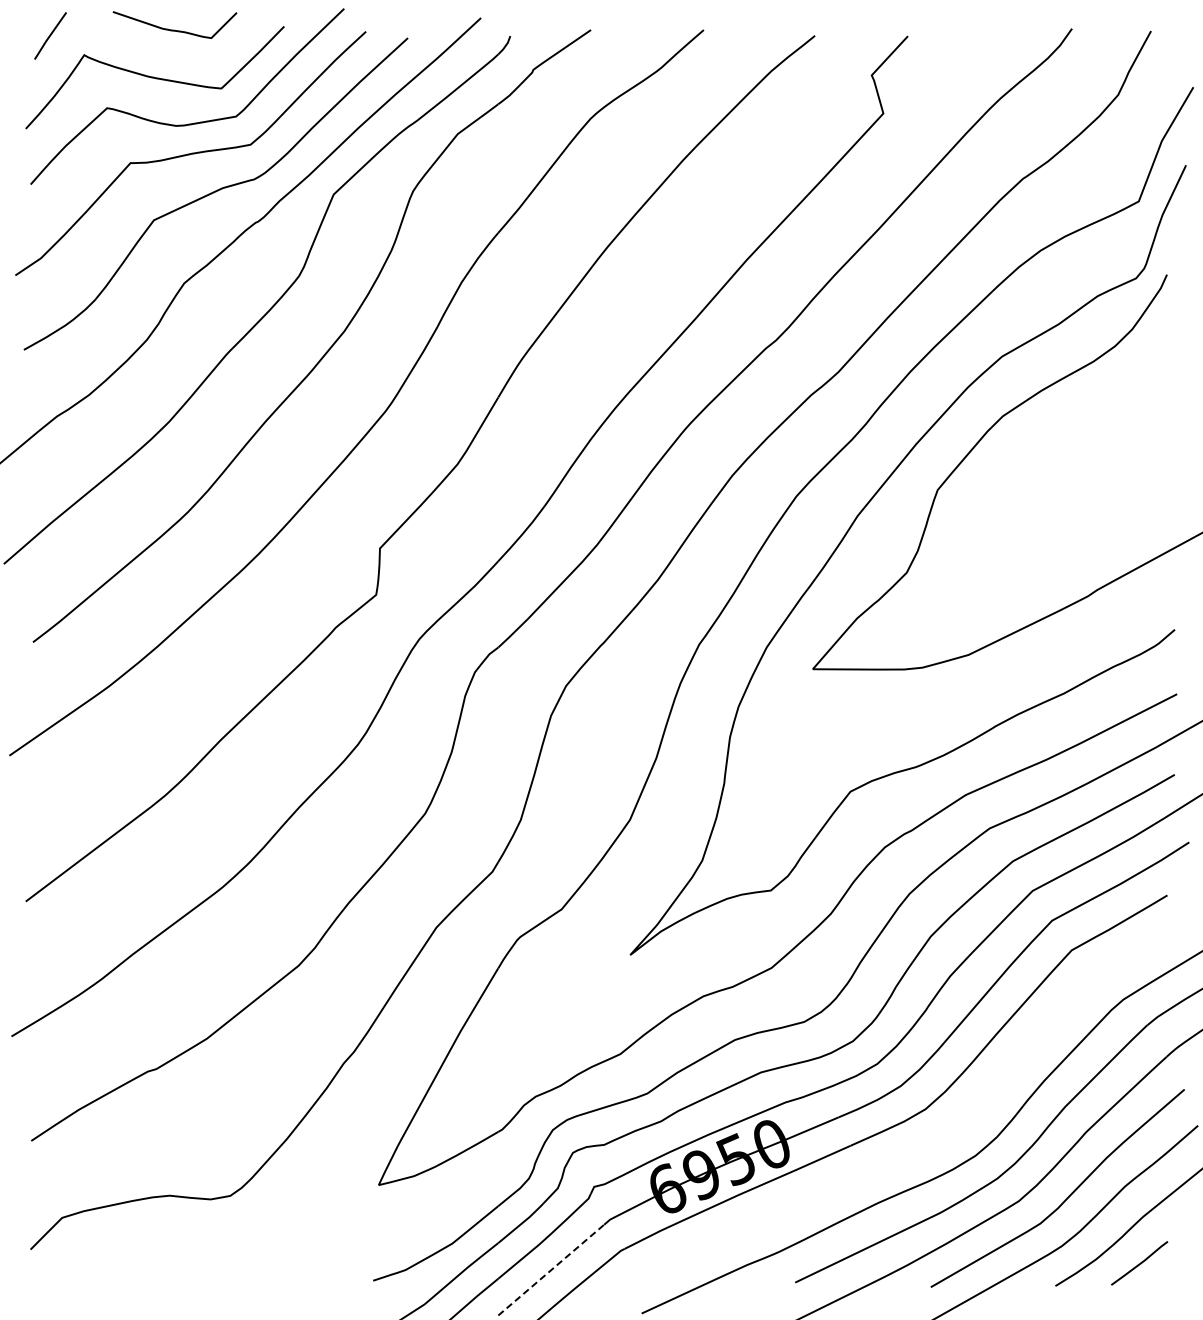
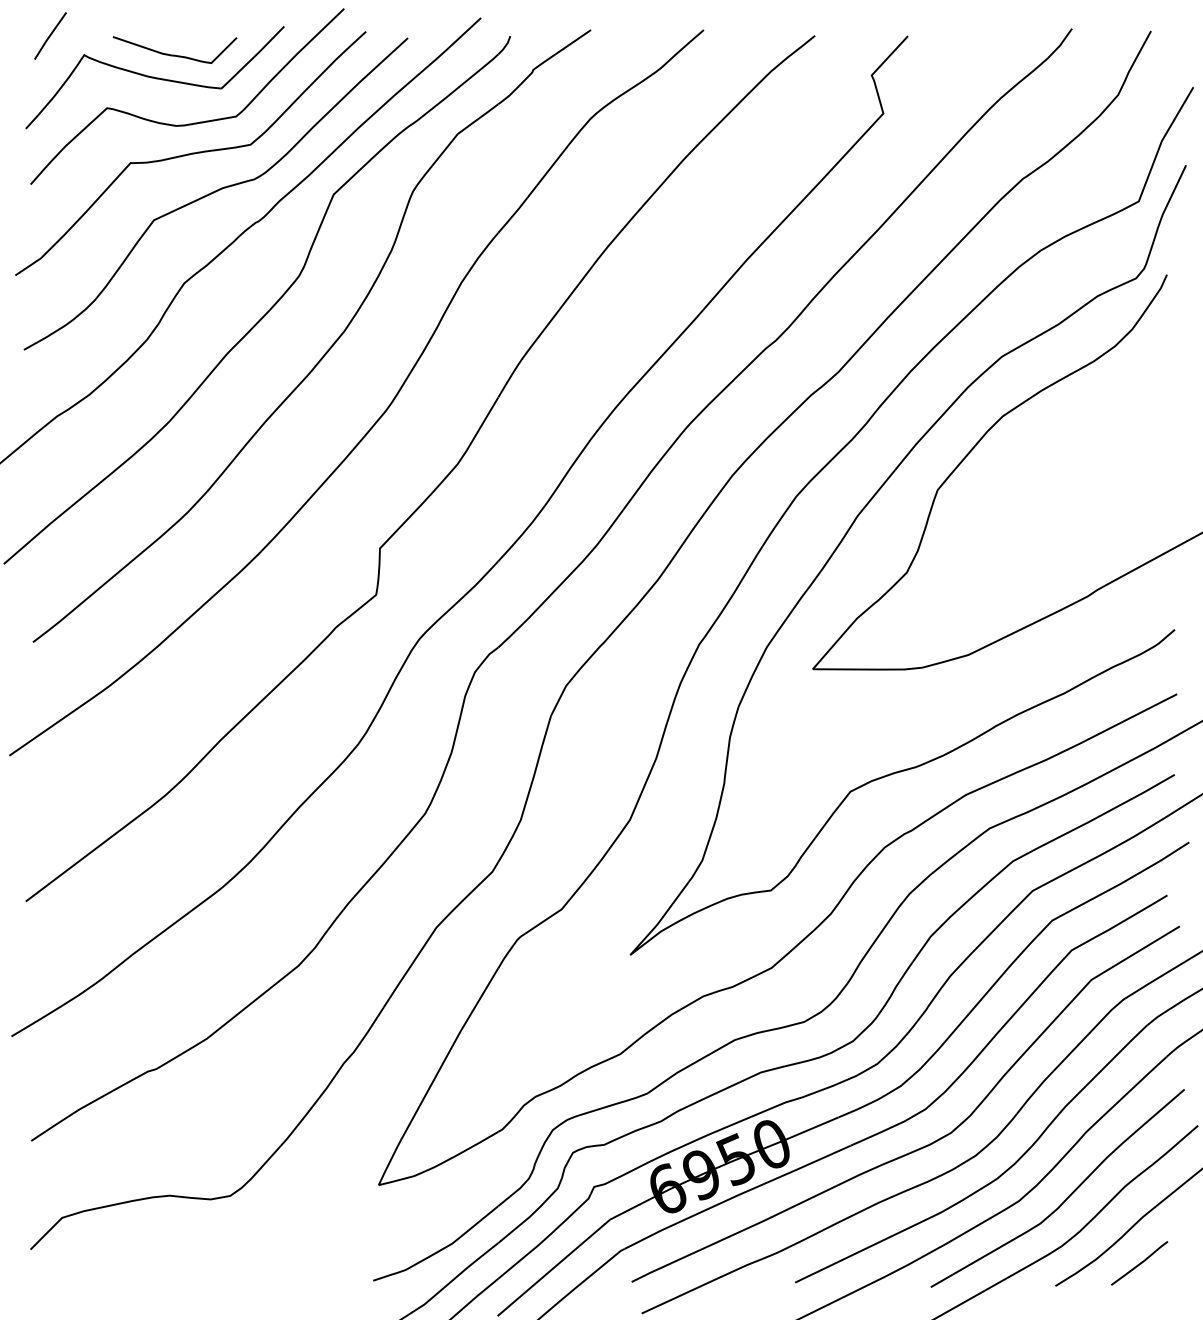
curve at (174, 29) position: (174, 29) -> (174, 54)
curve at (922, 1146): none -> present
line at (551, 1270): dashed -> solid
